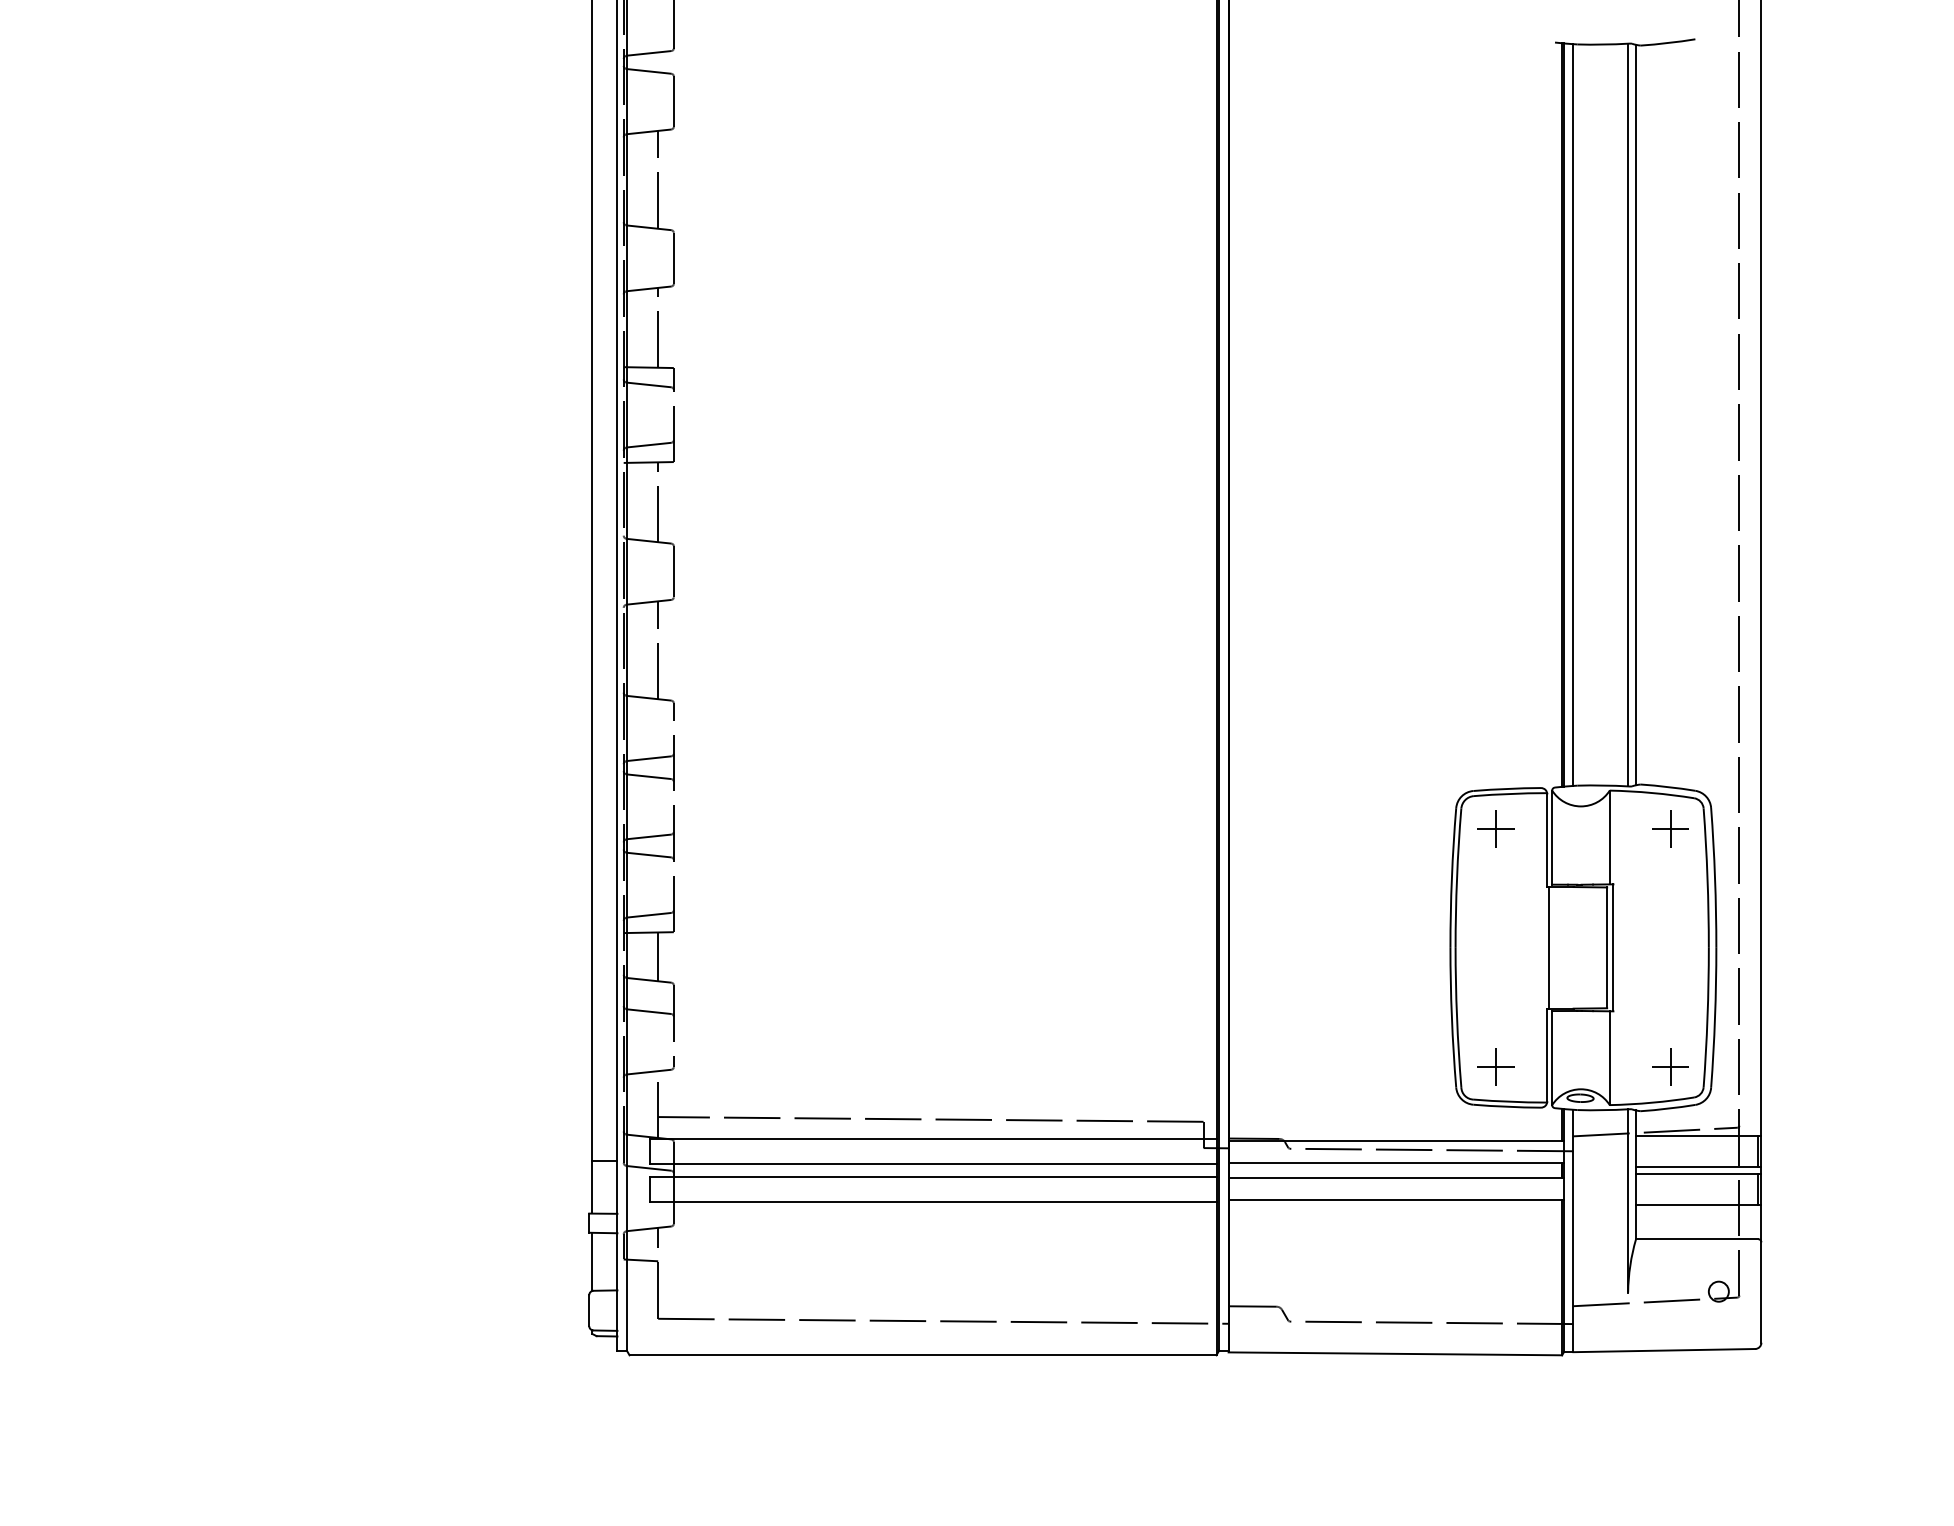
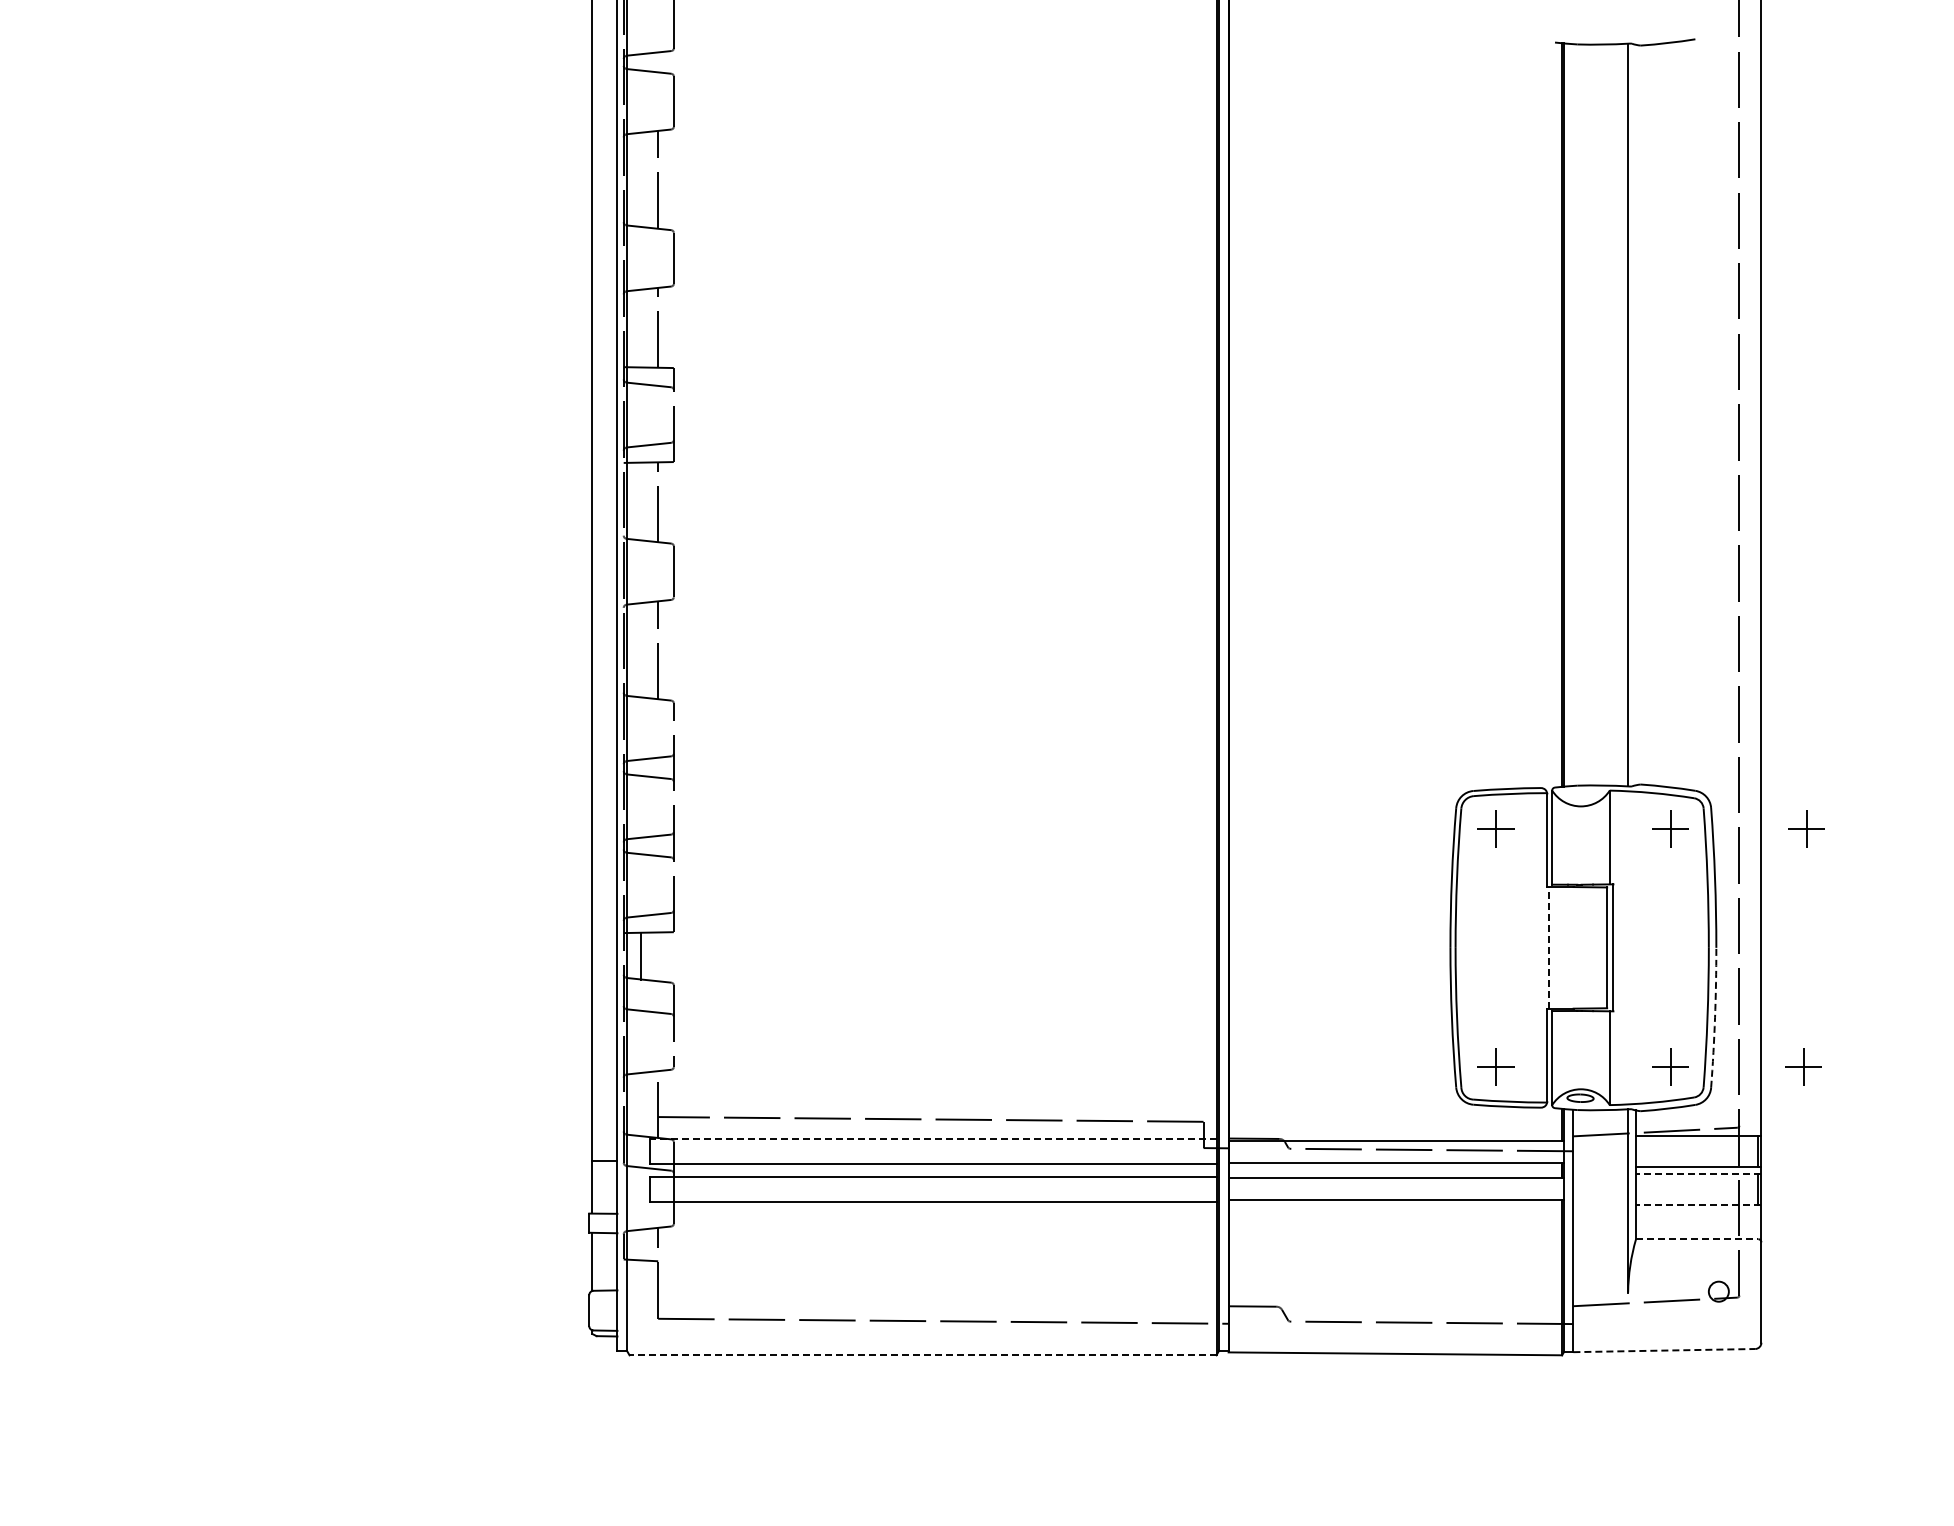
line at (1573, 414): present -> none
line at (1636, 414): present -> none
part at (1806, 828): none -> present
line at (1549, 947): solid -> dashed
line at (658, 956) position: (658, 956) -> (641, 956)
arc at (1715, 1017): solid -> dashed
part at (1803, 1066): none -> present
line at (932, 1139): solid -> dashed
line at (1698, 1173): solid -> dashed
line at (1698, 1204): solid -> dashed
line at (1697, 1239): solid -> dashed
line at (1664, 1350): solid -> dashed
line at (922, 1355): solid -> dashed
